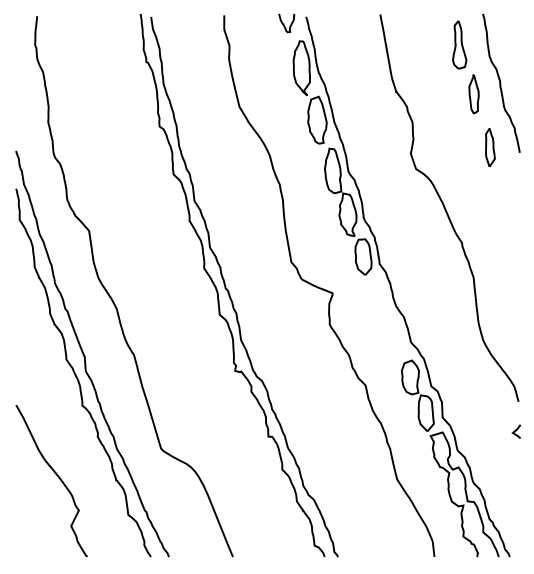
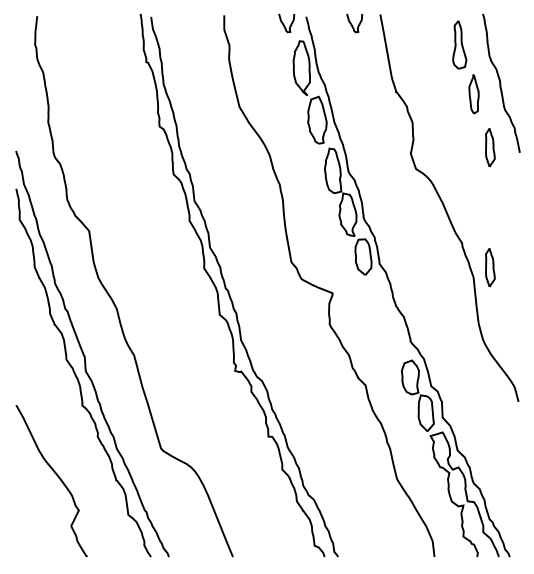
curve at (352, 24): none -> present
part at (490, 267): none -> present
line at (516, 431): present -> none
